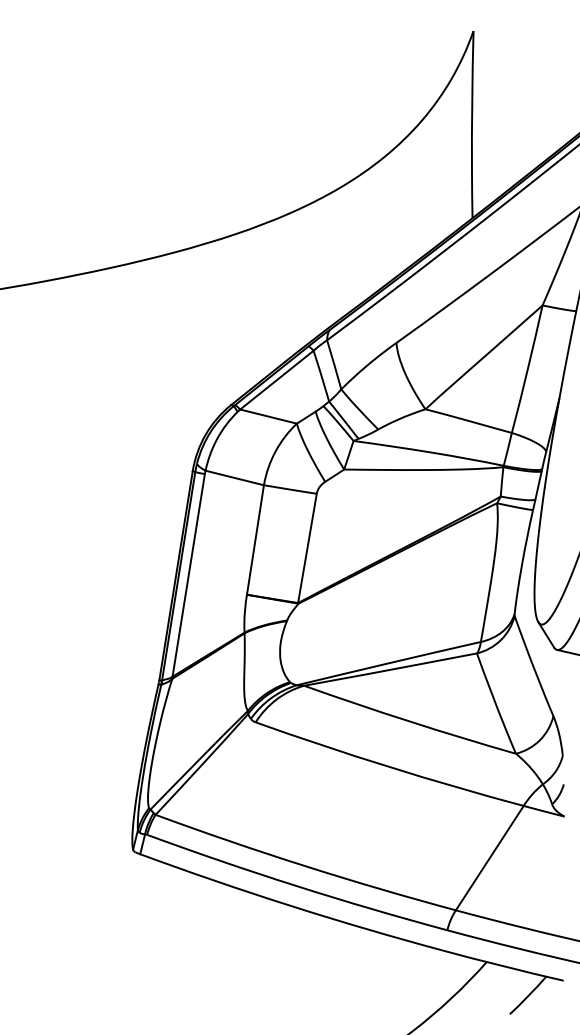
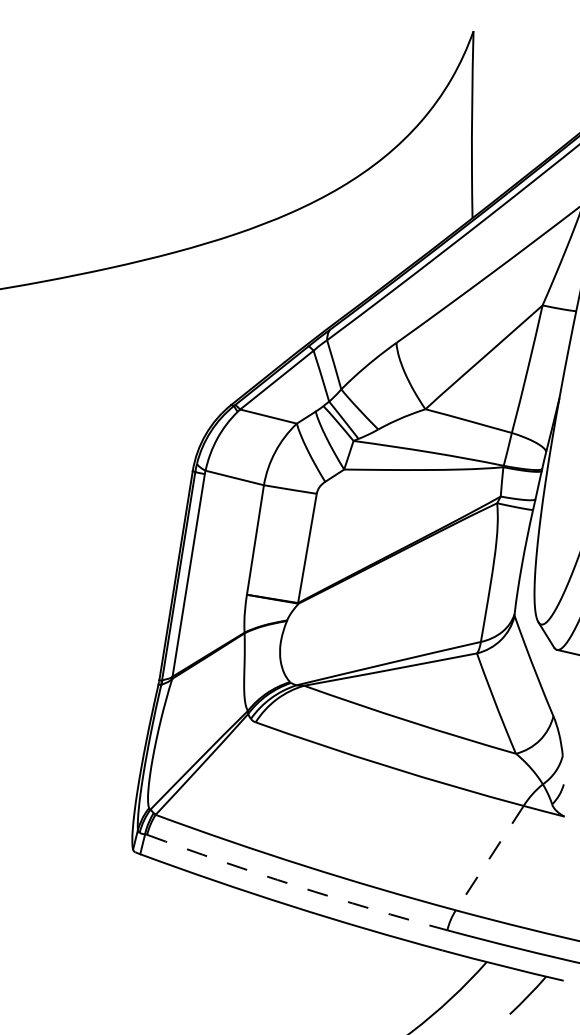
line at (489, 858): solid -> dashed
arc at (296, 885): solid -> dashed
